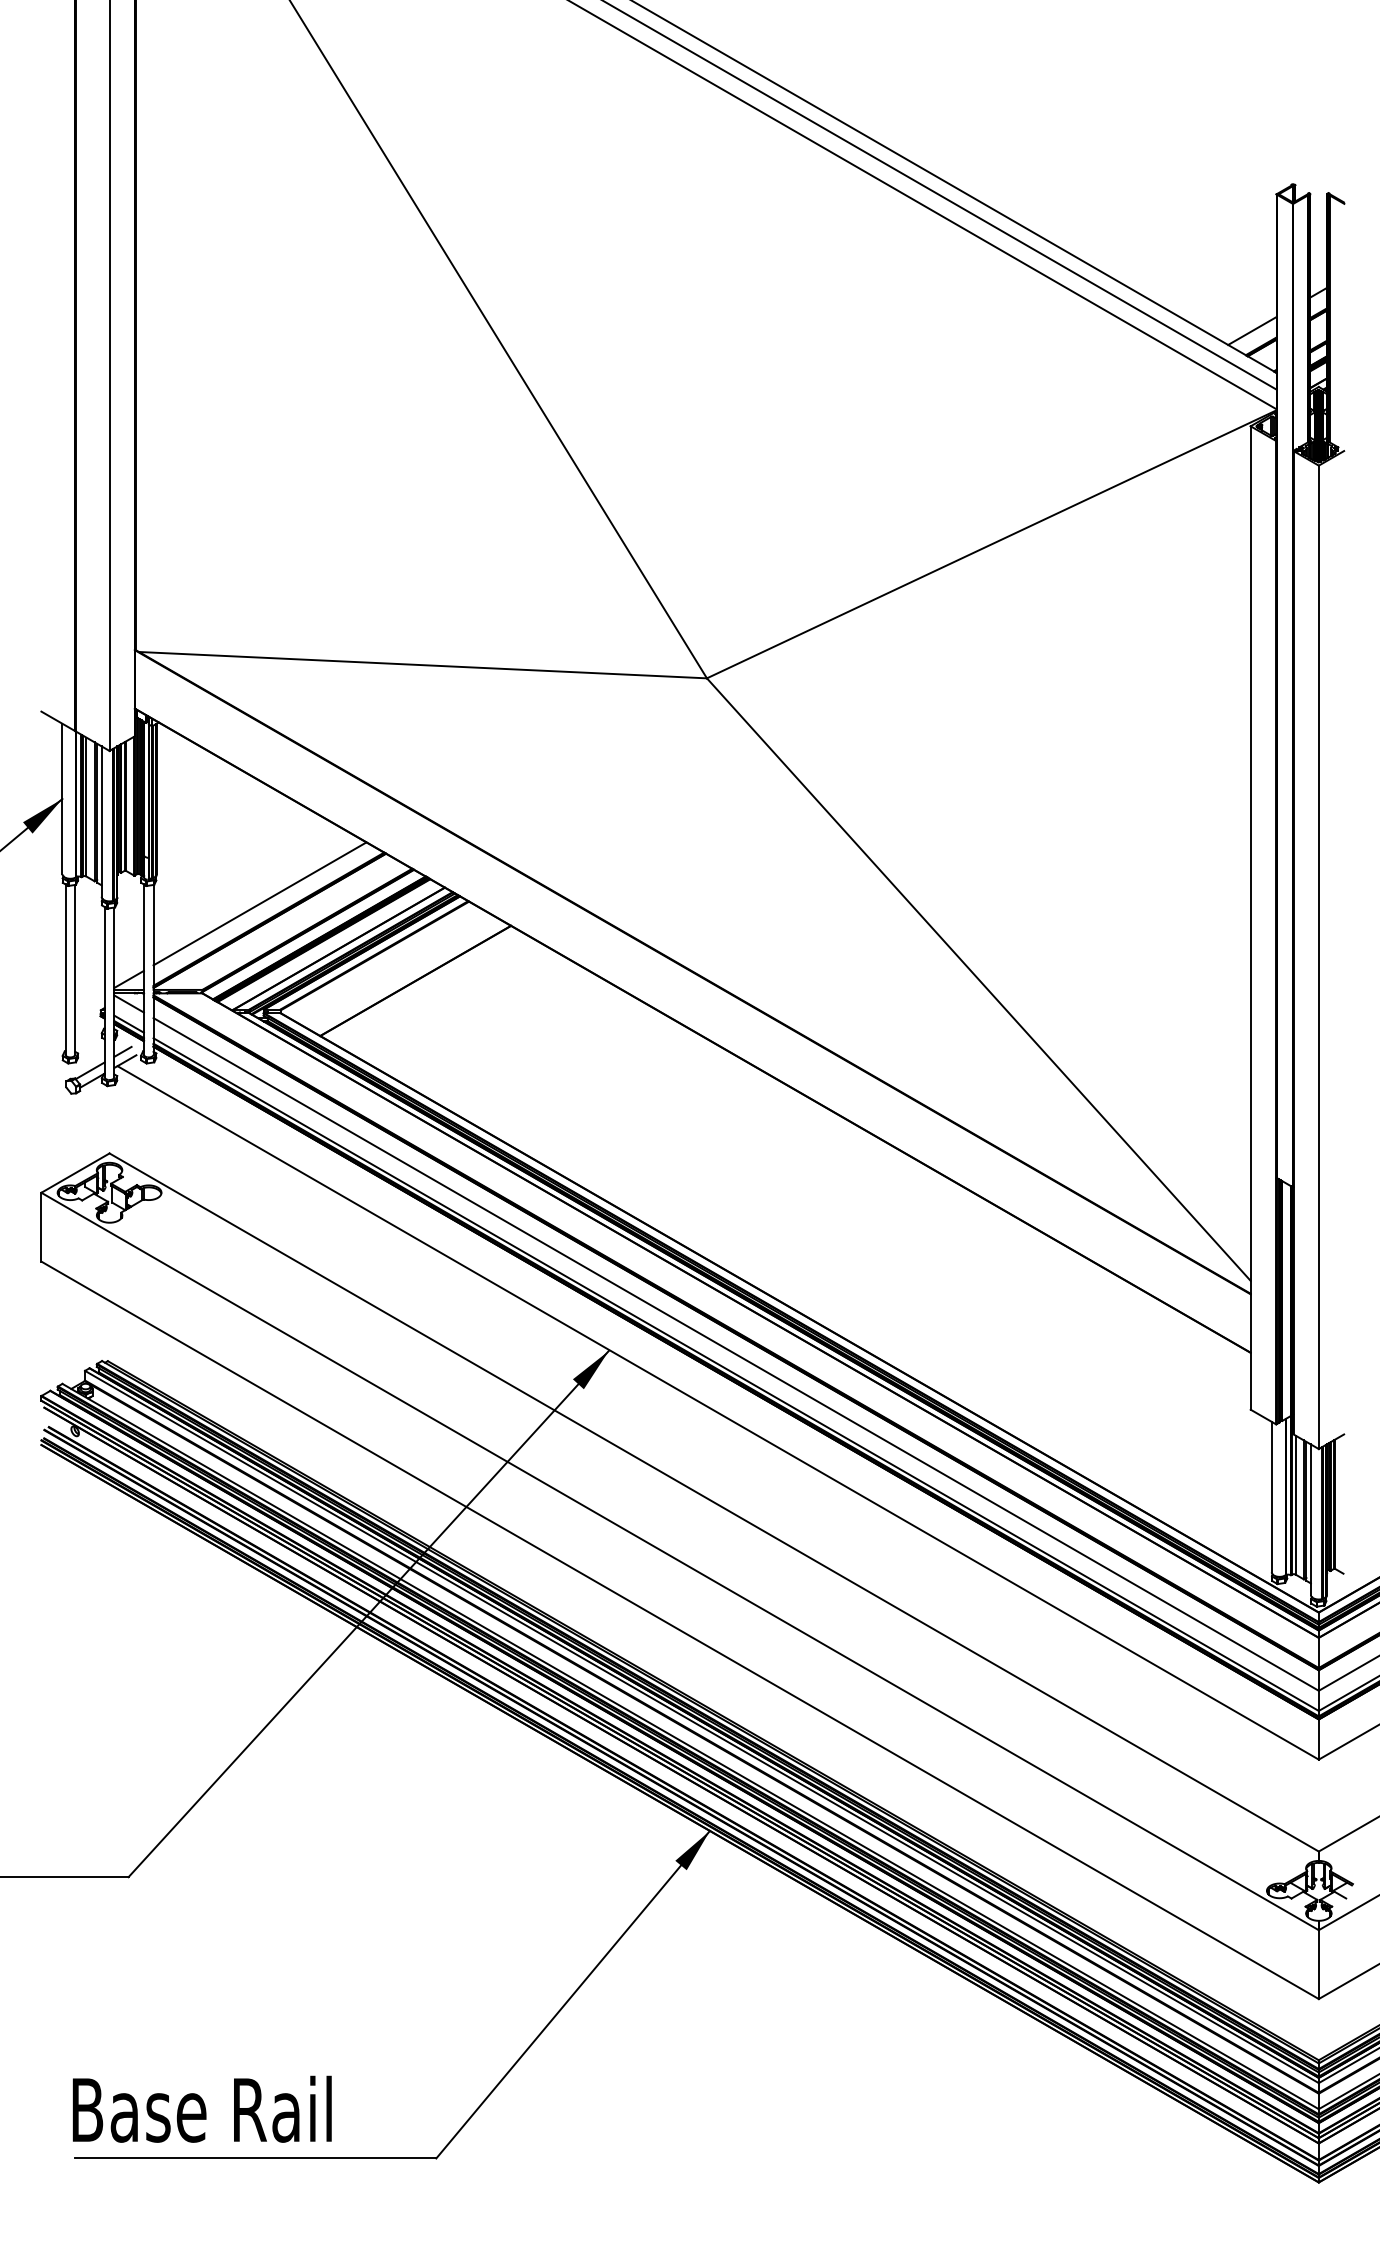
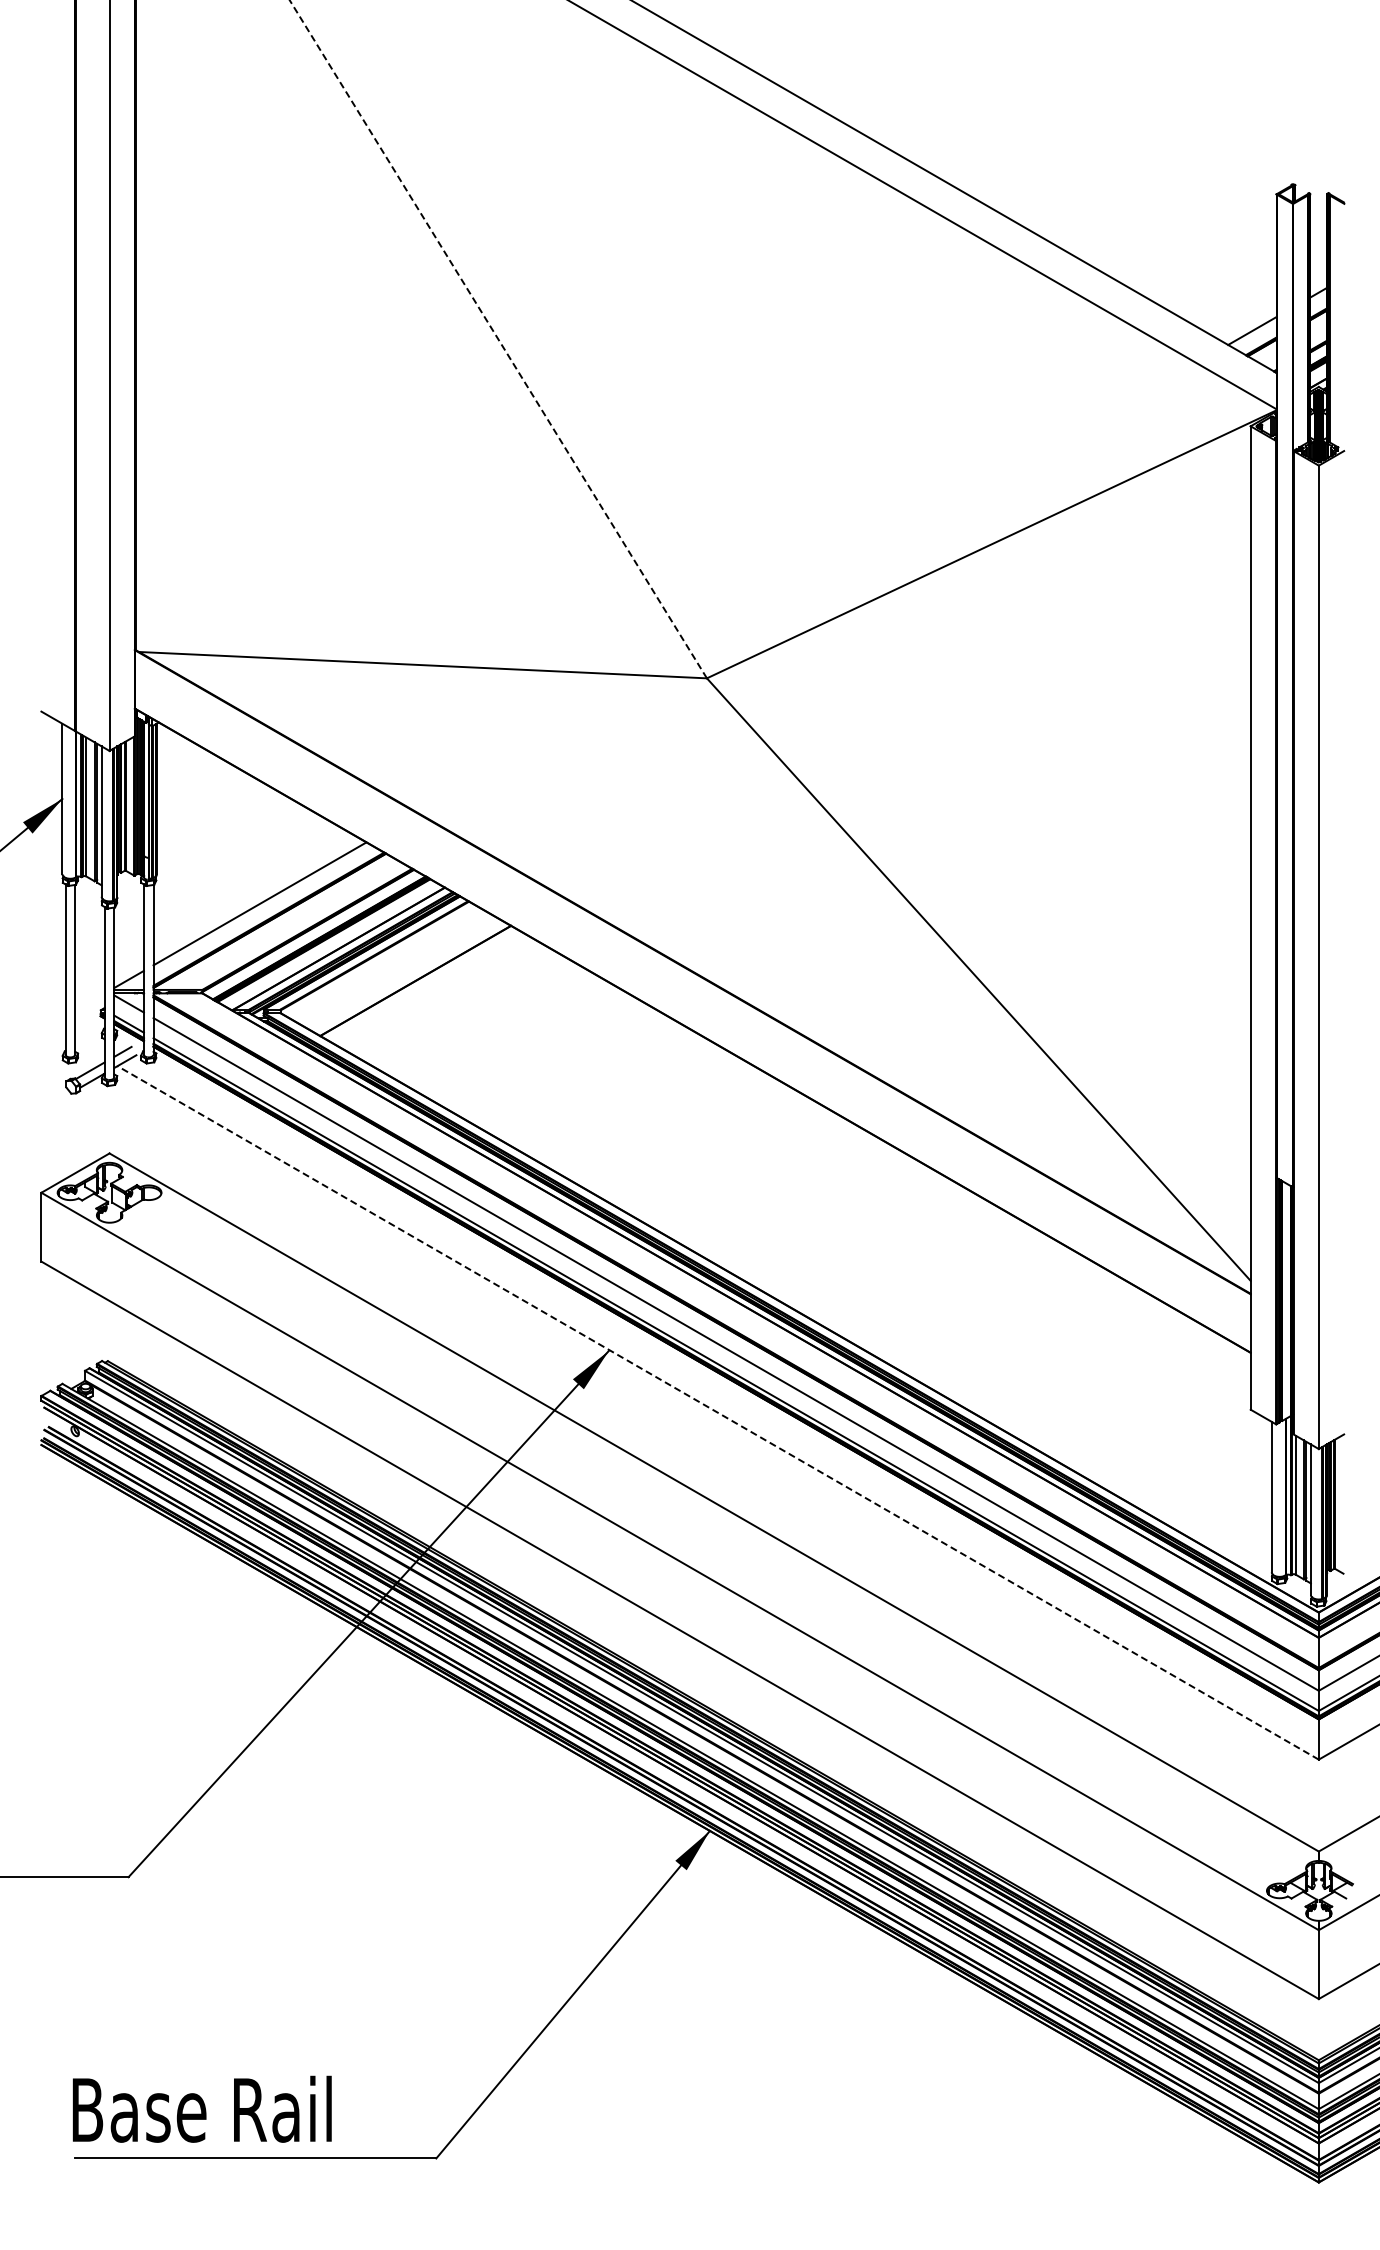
line at (940, 195): present -> none
line at (498, 339): solid -> dashed
line at (718, 1412): solid -> dashed
